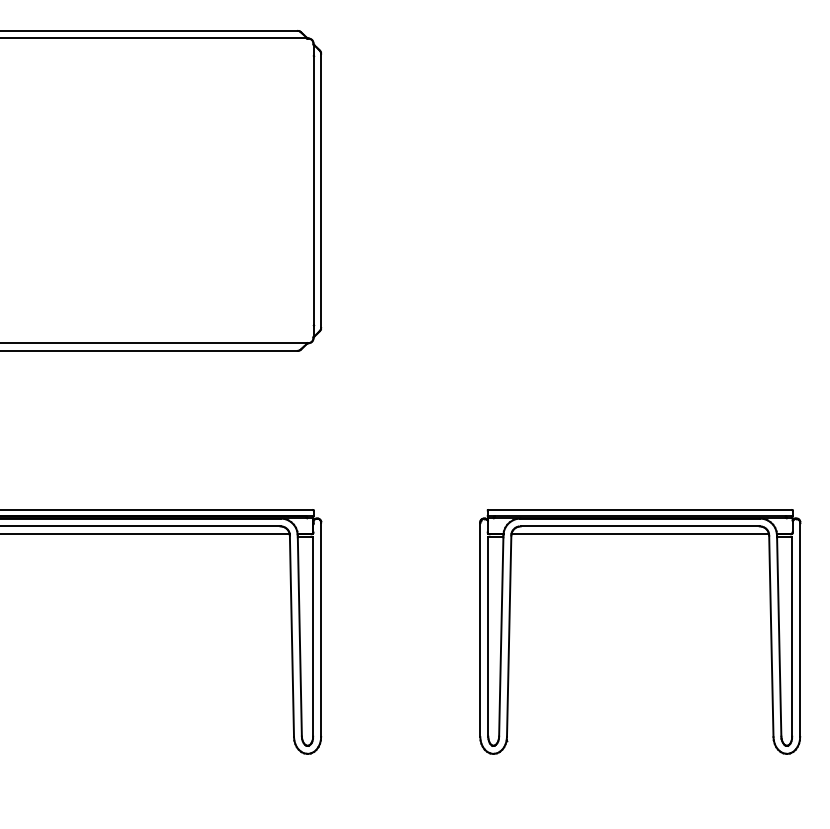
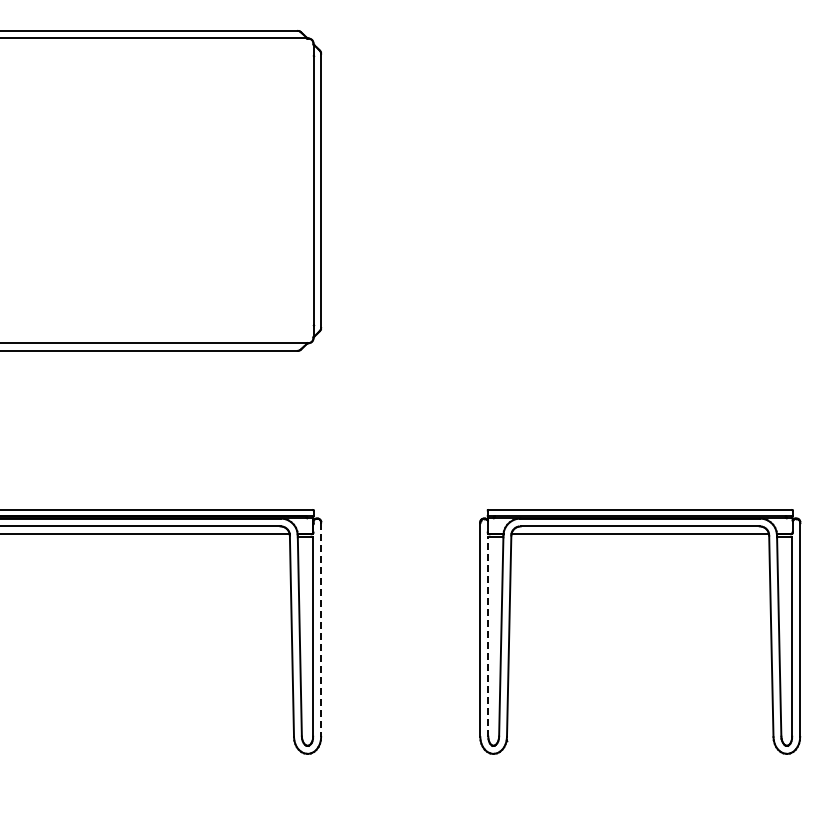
line at (321, 630): solid -> dashed
line at (488, 637): solid -> dashed
